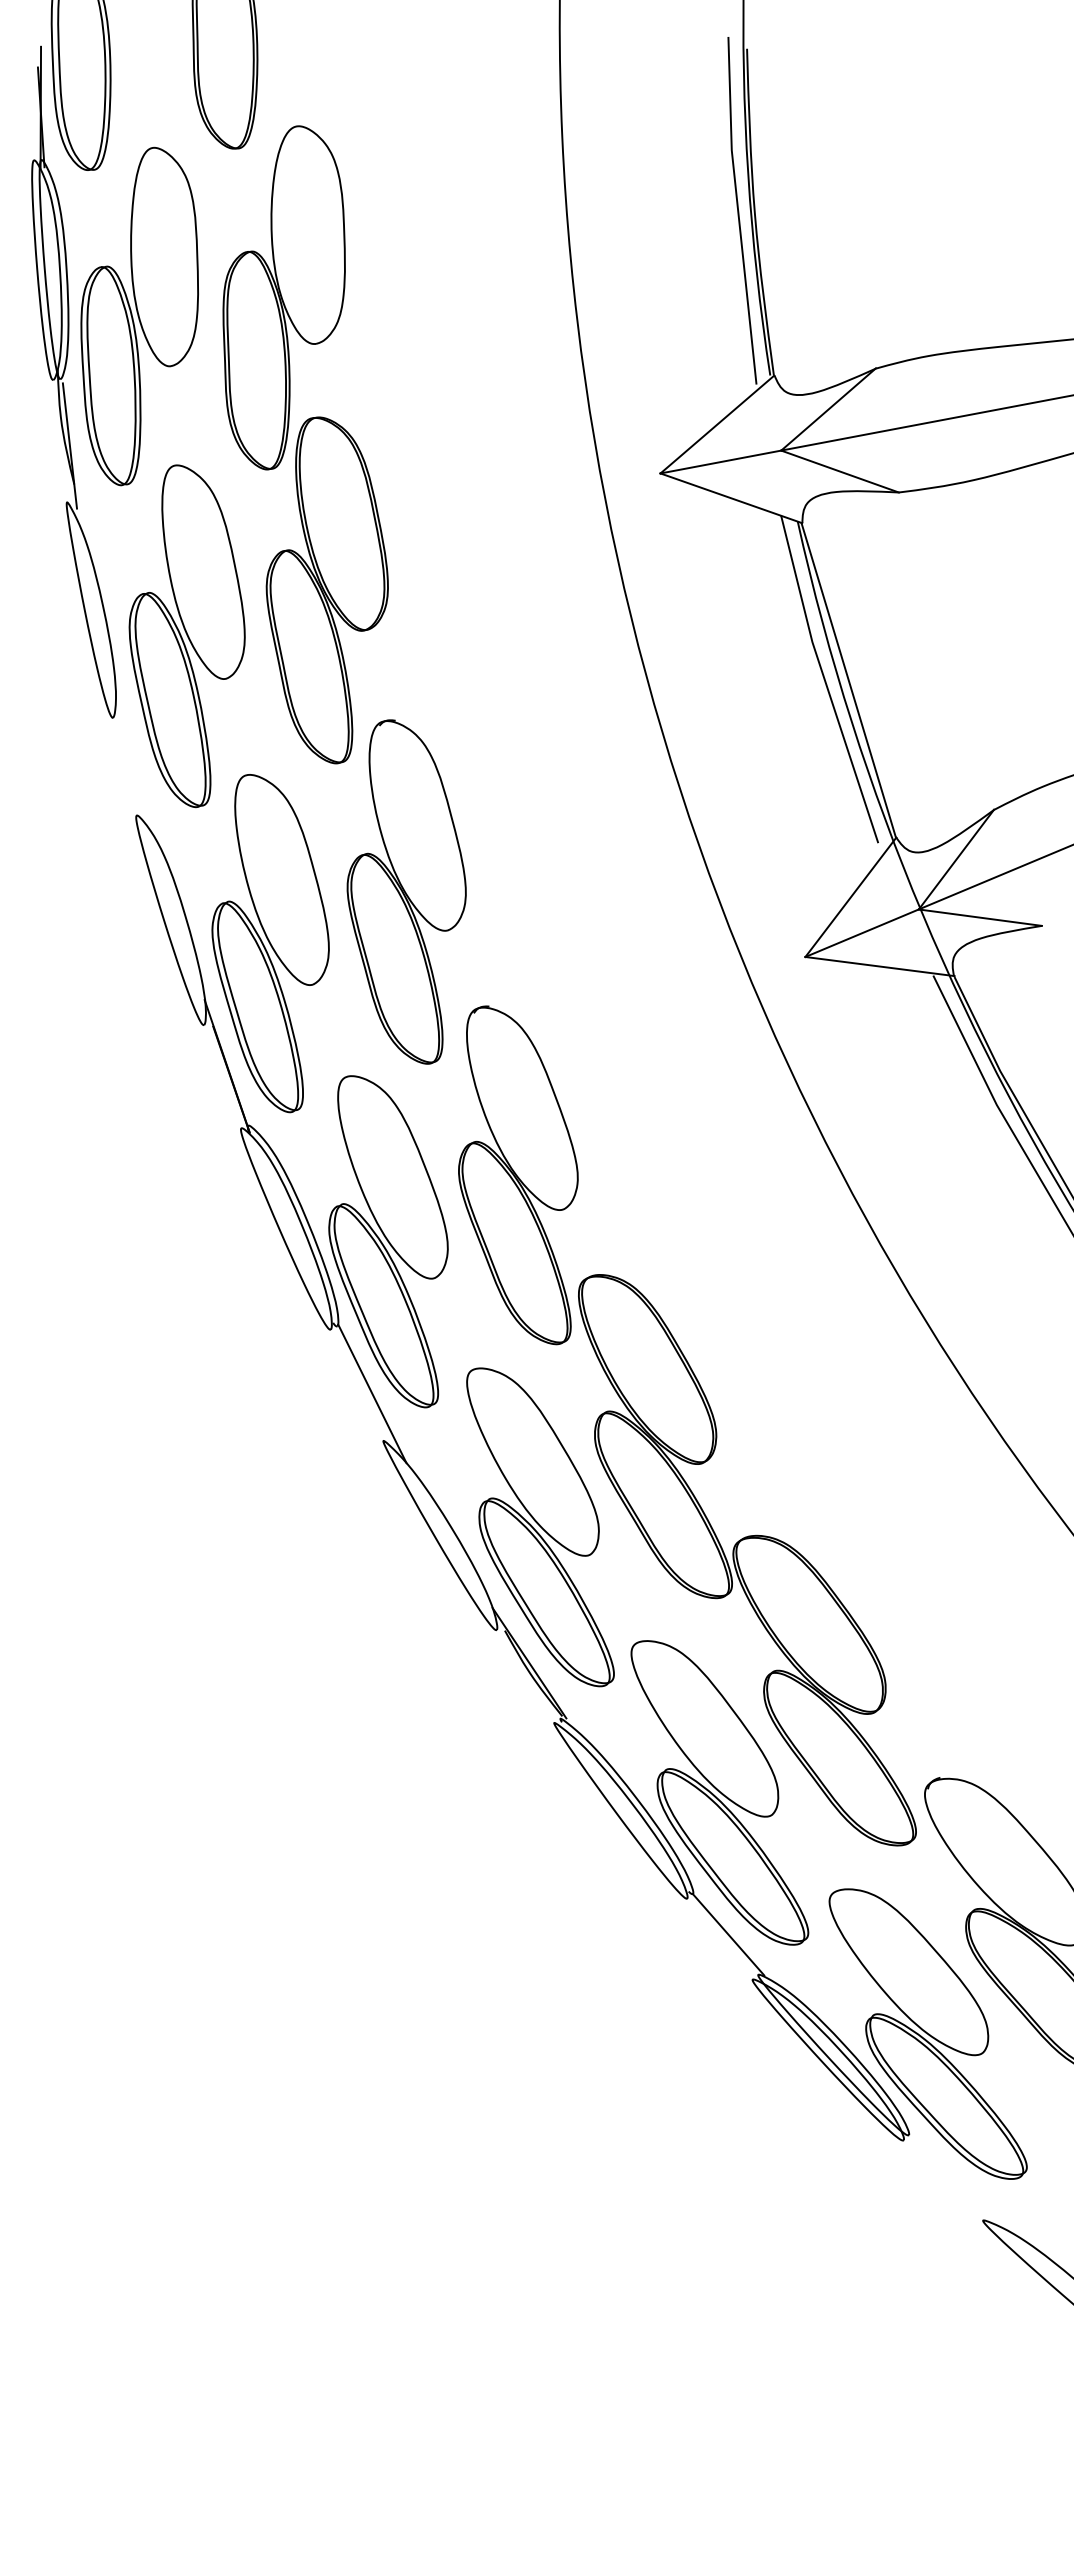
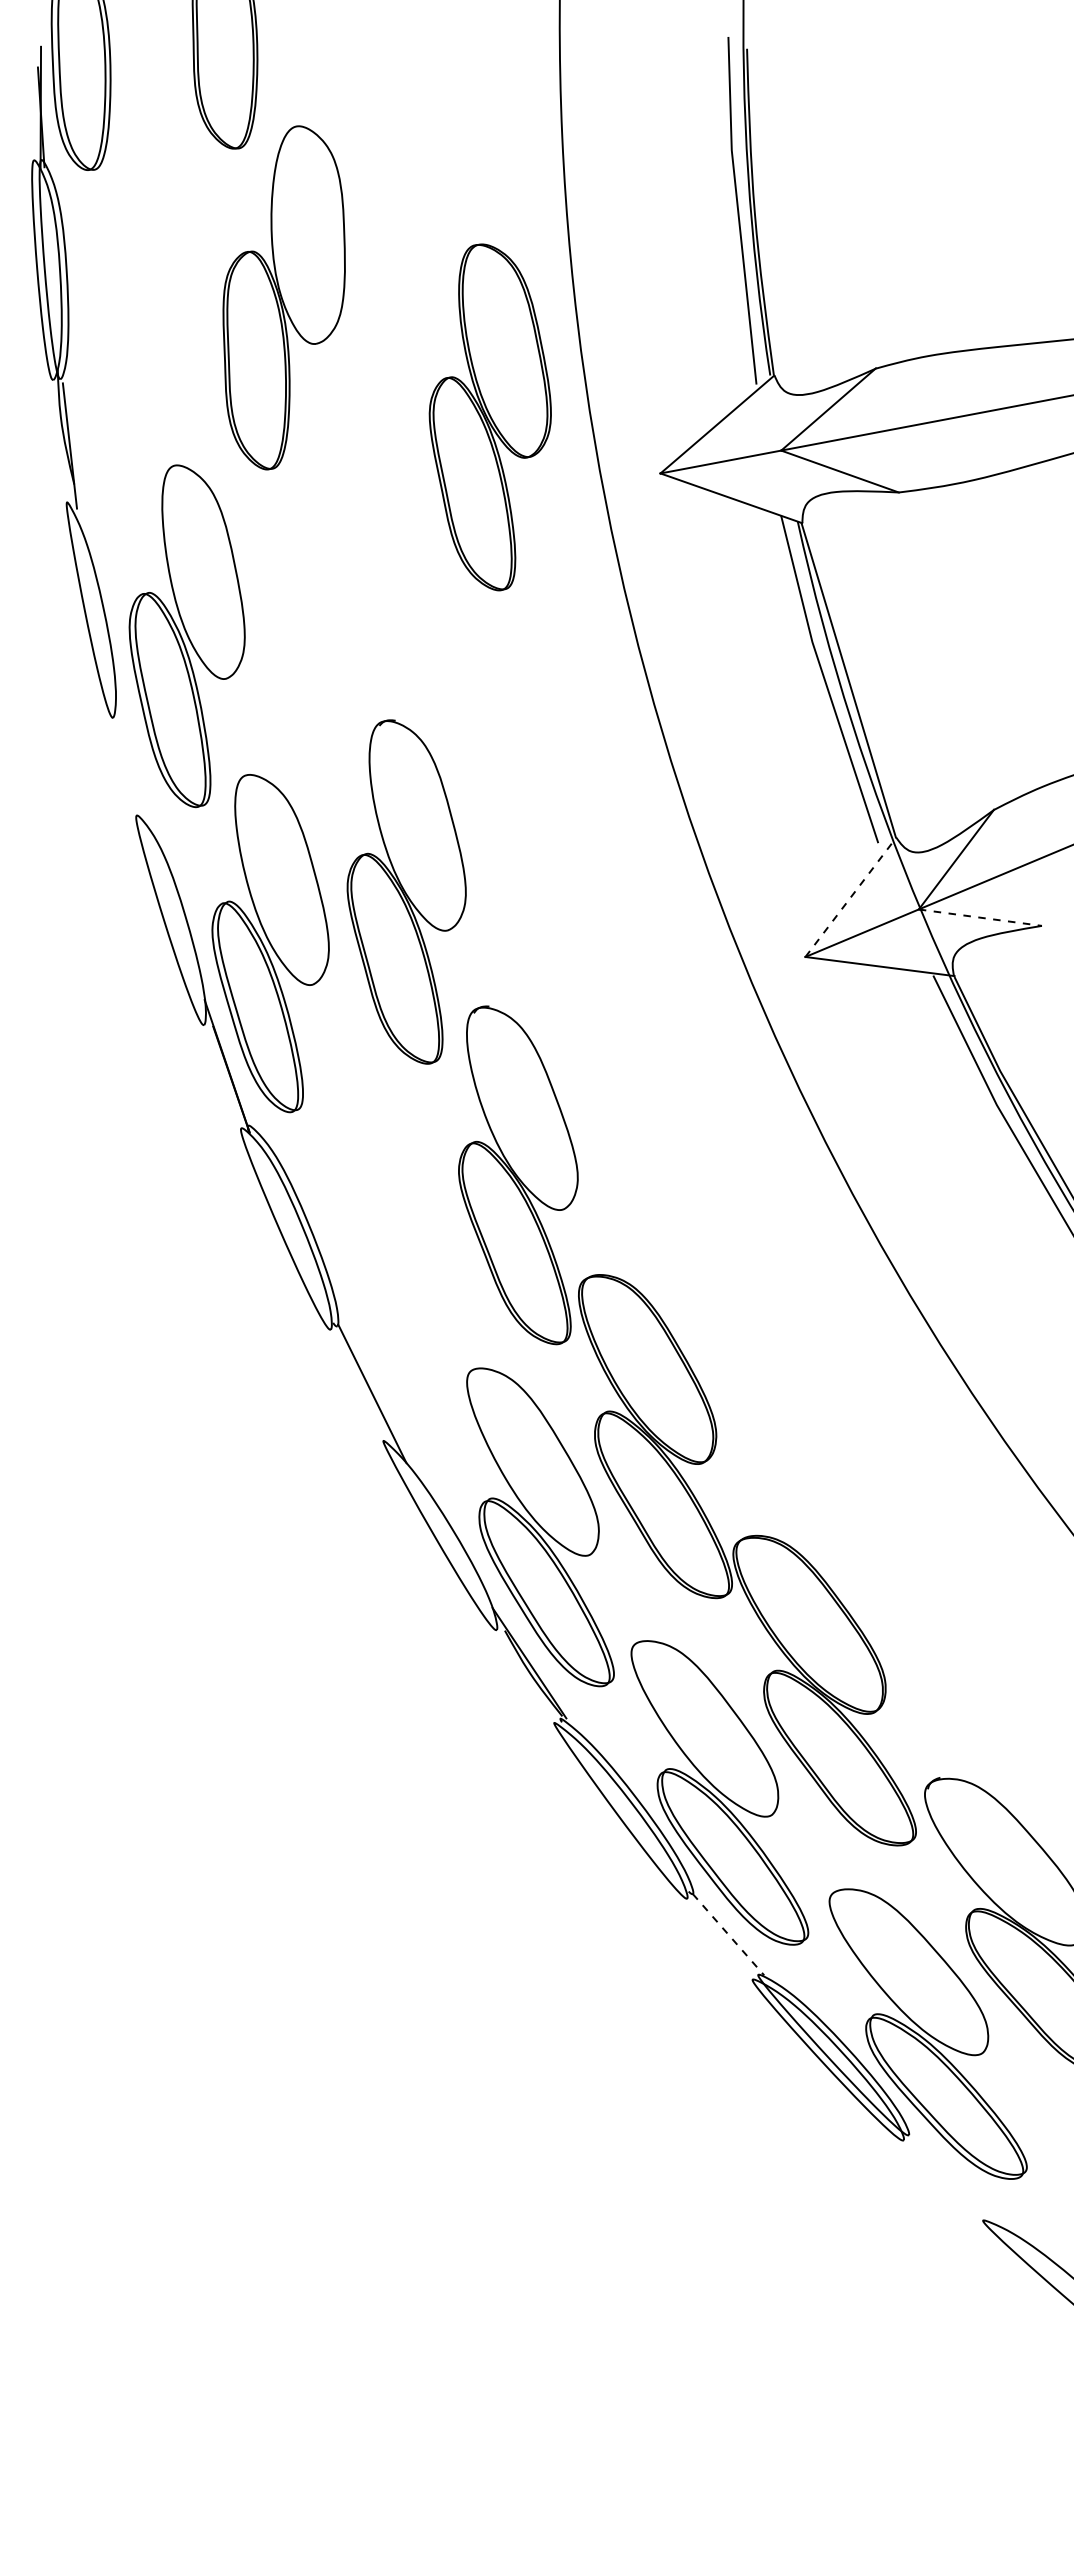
part at (139, 316): present -> none
part at (326, 590) position: (326, 590) -> (489, 417)
line at (851, 896): solid -> dashed
line at (980, 917): solid -> dashed
part at (388, 1241): present -> none
line at (728, 1935): solid -> dashed
